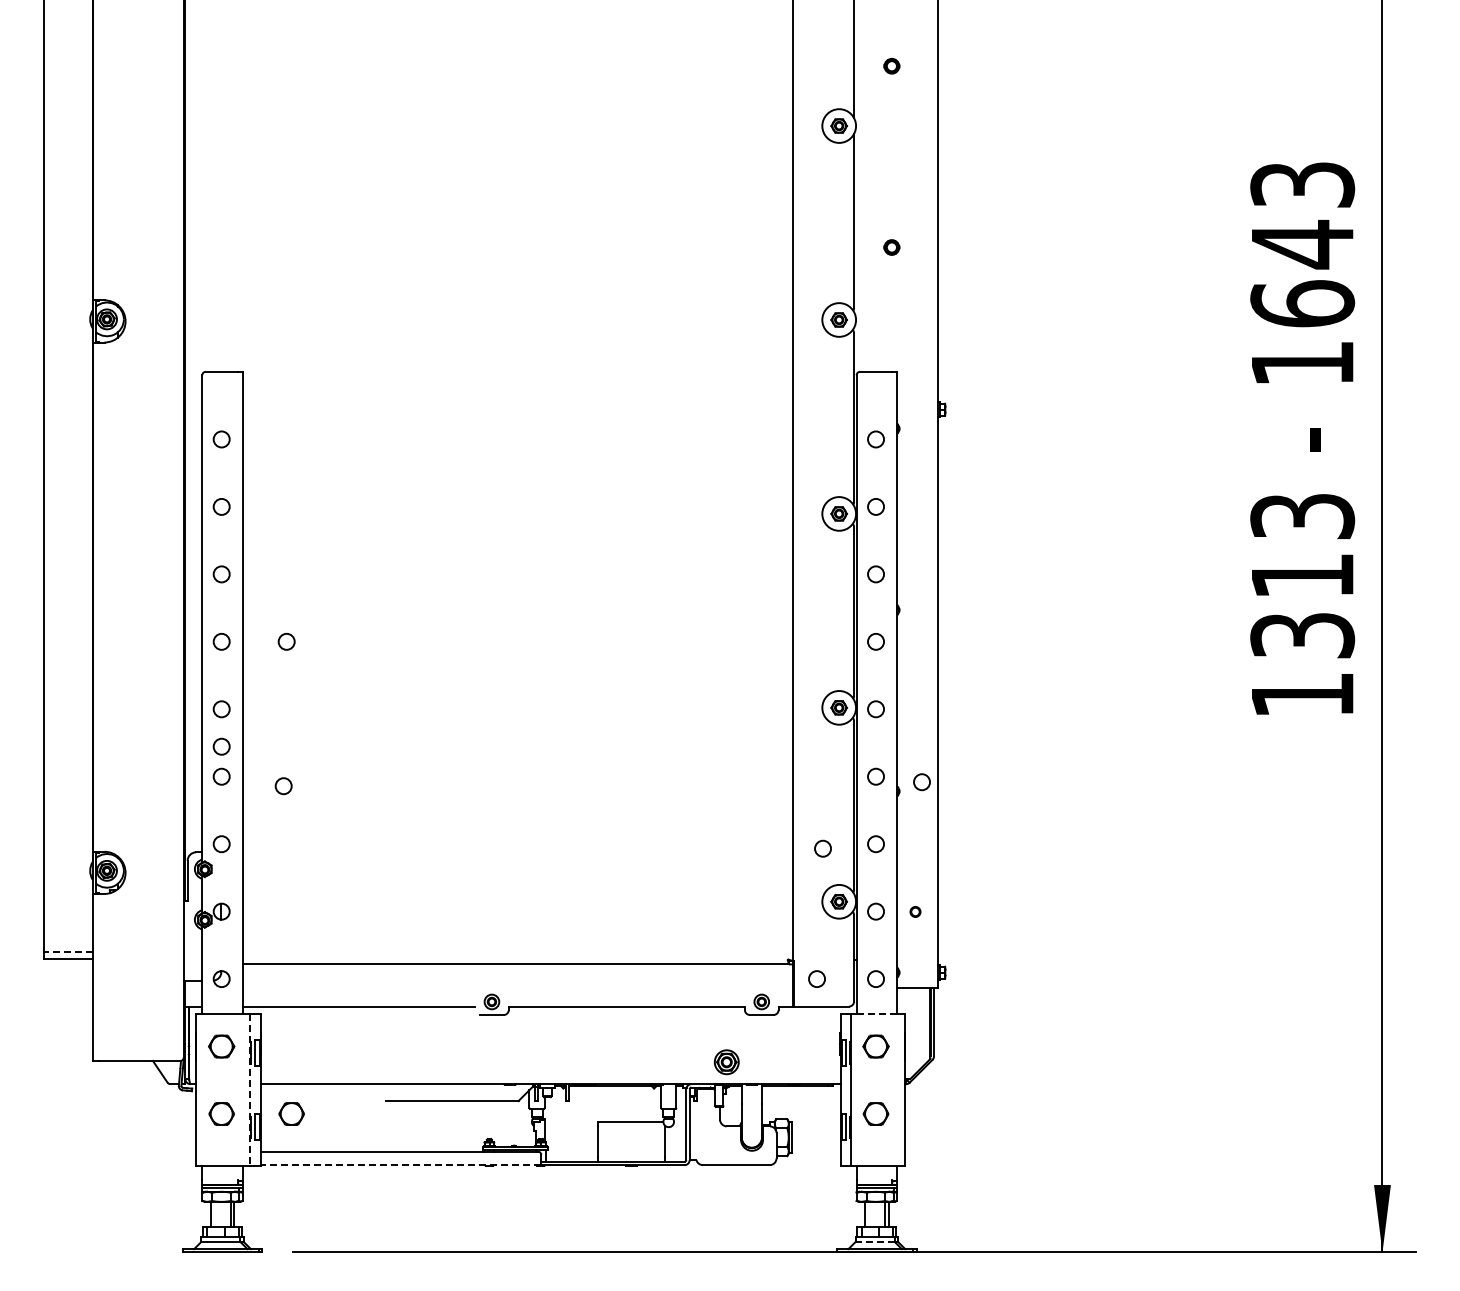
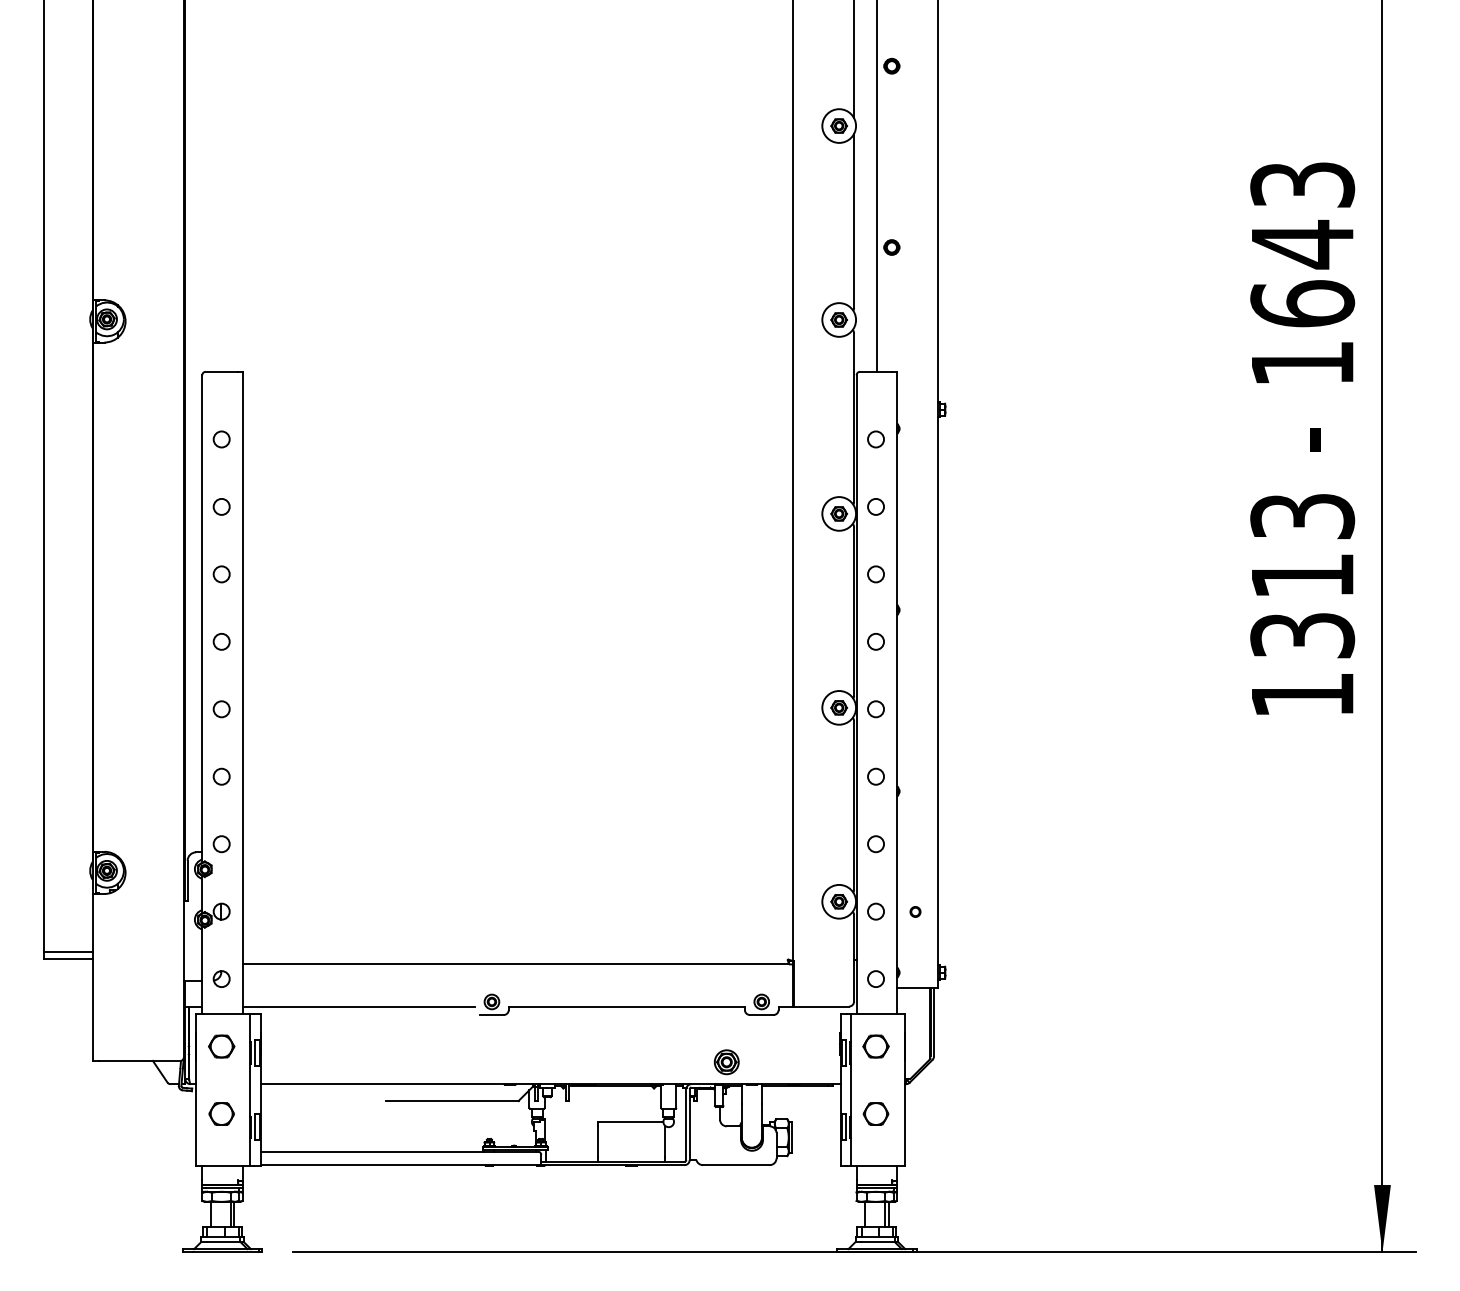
line at (876, 186): none -> present
circle at (286, 641): present -> none
circle at (221, 746): present -> none
circle at (921, 782): present -> none
circle at (283, 786): present -> none
circle at (822, 848): present -> none
line at (67, 951): dashed -> solid
circle at (816, 978): present -> none
line at (877, 1013): dashed -> solid
line at (250, 1090): dashed -> solid
part at (291, 1113): present -> none
line at (400, 1165): dashed -> solid
line at (877, 1241): dashed -> solid
